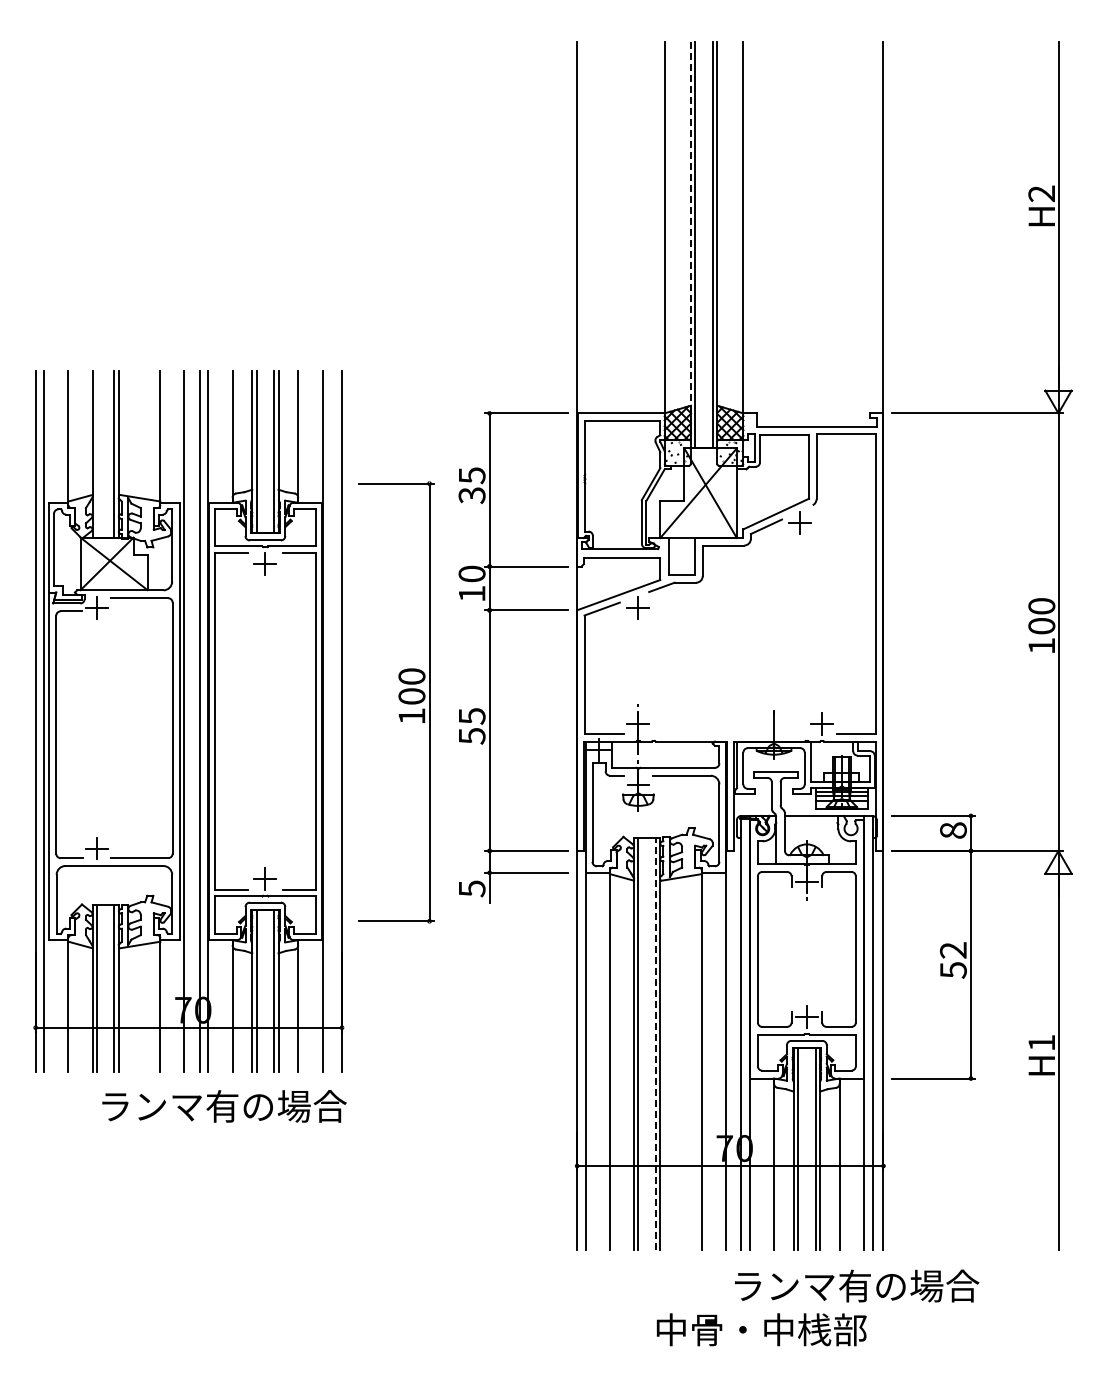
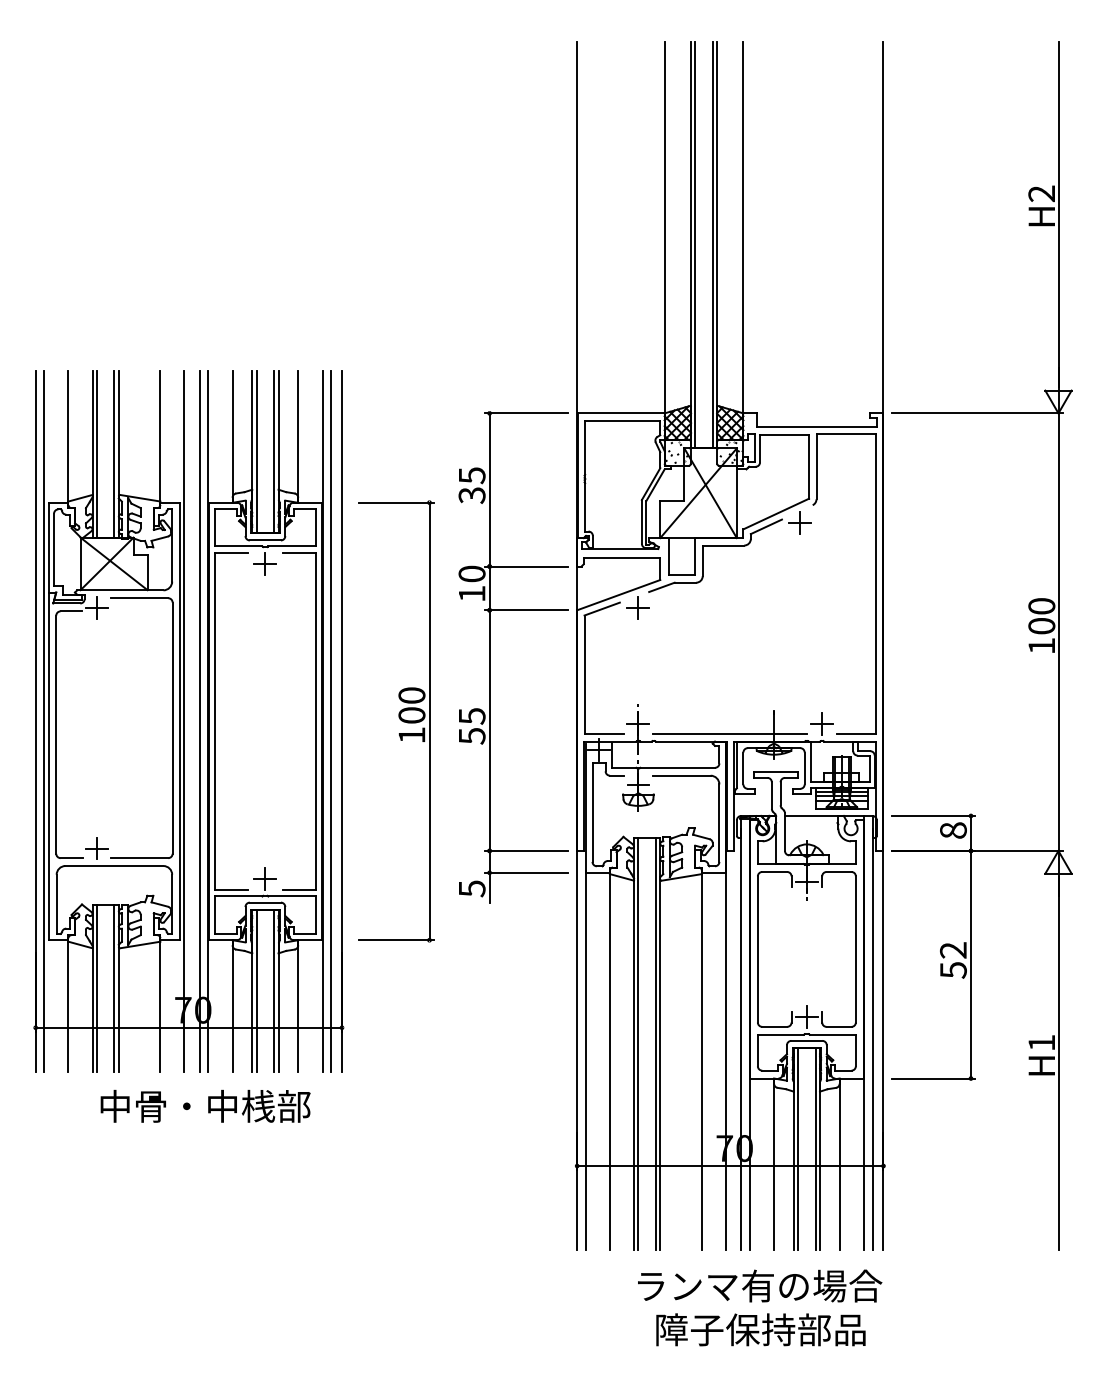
line at (690, 245): dashed -> solid
line at (96, 454): none -> present
part at (396, 702) position: (396, 702) -> (396, 721)
line at (331, 721): none -> present
line at (730, 734): none -> present
line at (655, 1043): dashed -> solid
text at (223, 1105): ランマ有の場合 -> 中骨・中桟部
text at (857, 1285) position: (857, 1285) -> (760, 1285)
text at (761, 1329): 中骨・中桟部 -> 障子保持部品
